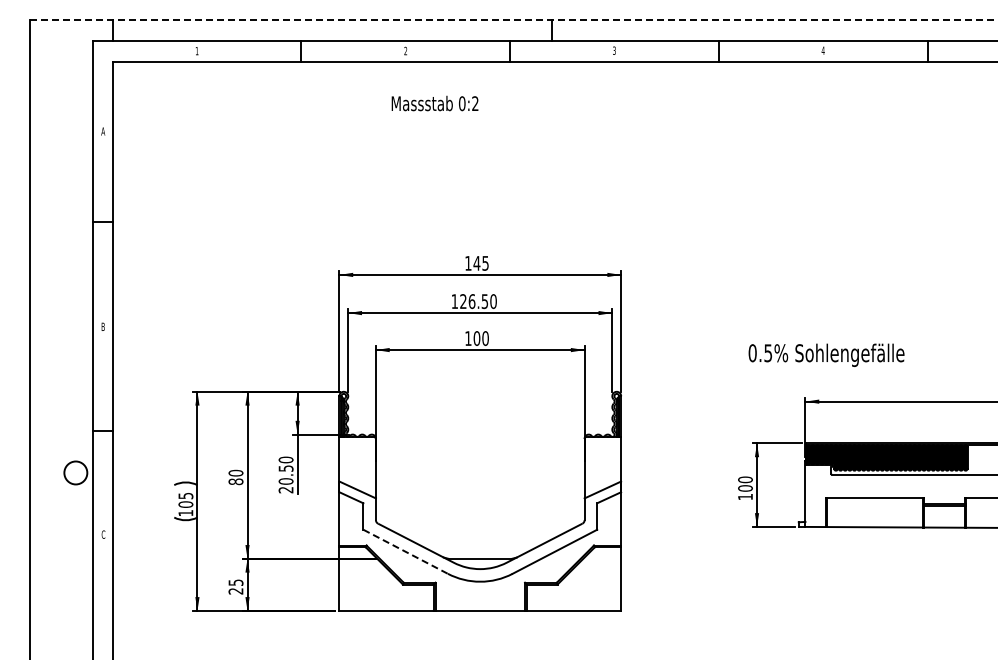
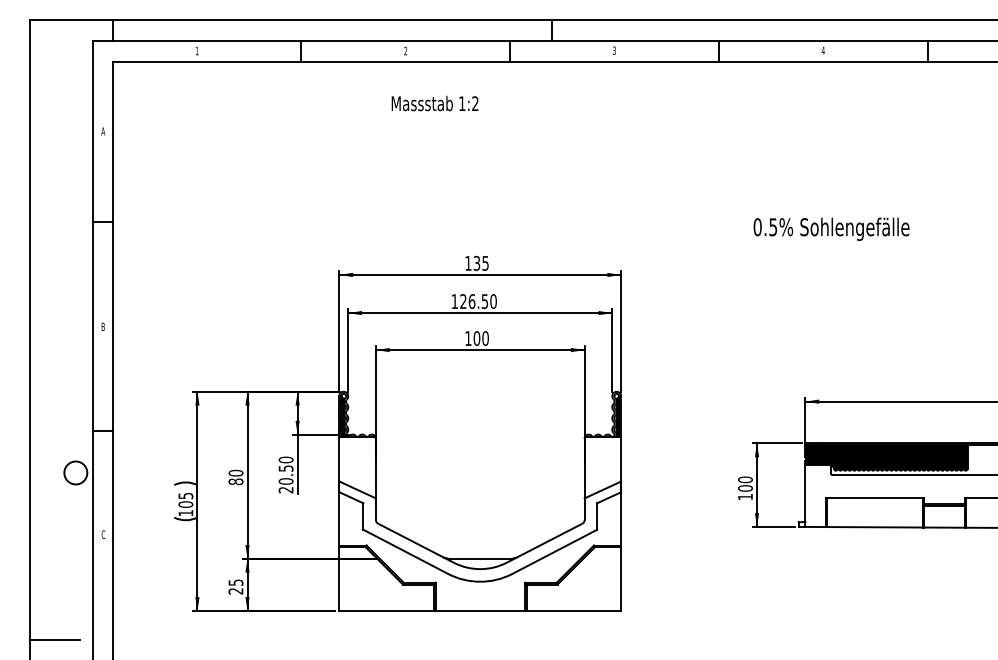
line at (513, 20): dashed -> solid
text at (461, 103): 0:2 -> 1:2
text at (476, 262): 145 -> 135
text at (826, 354) position: (826, 354) -> (831, 228)
line at (405, 551): dashed -> solid
line at (54, 639): none -> present
